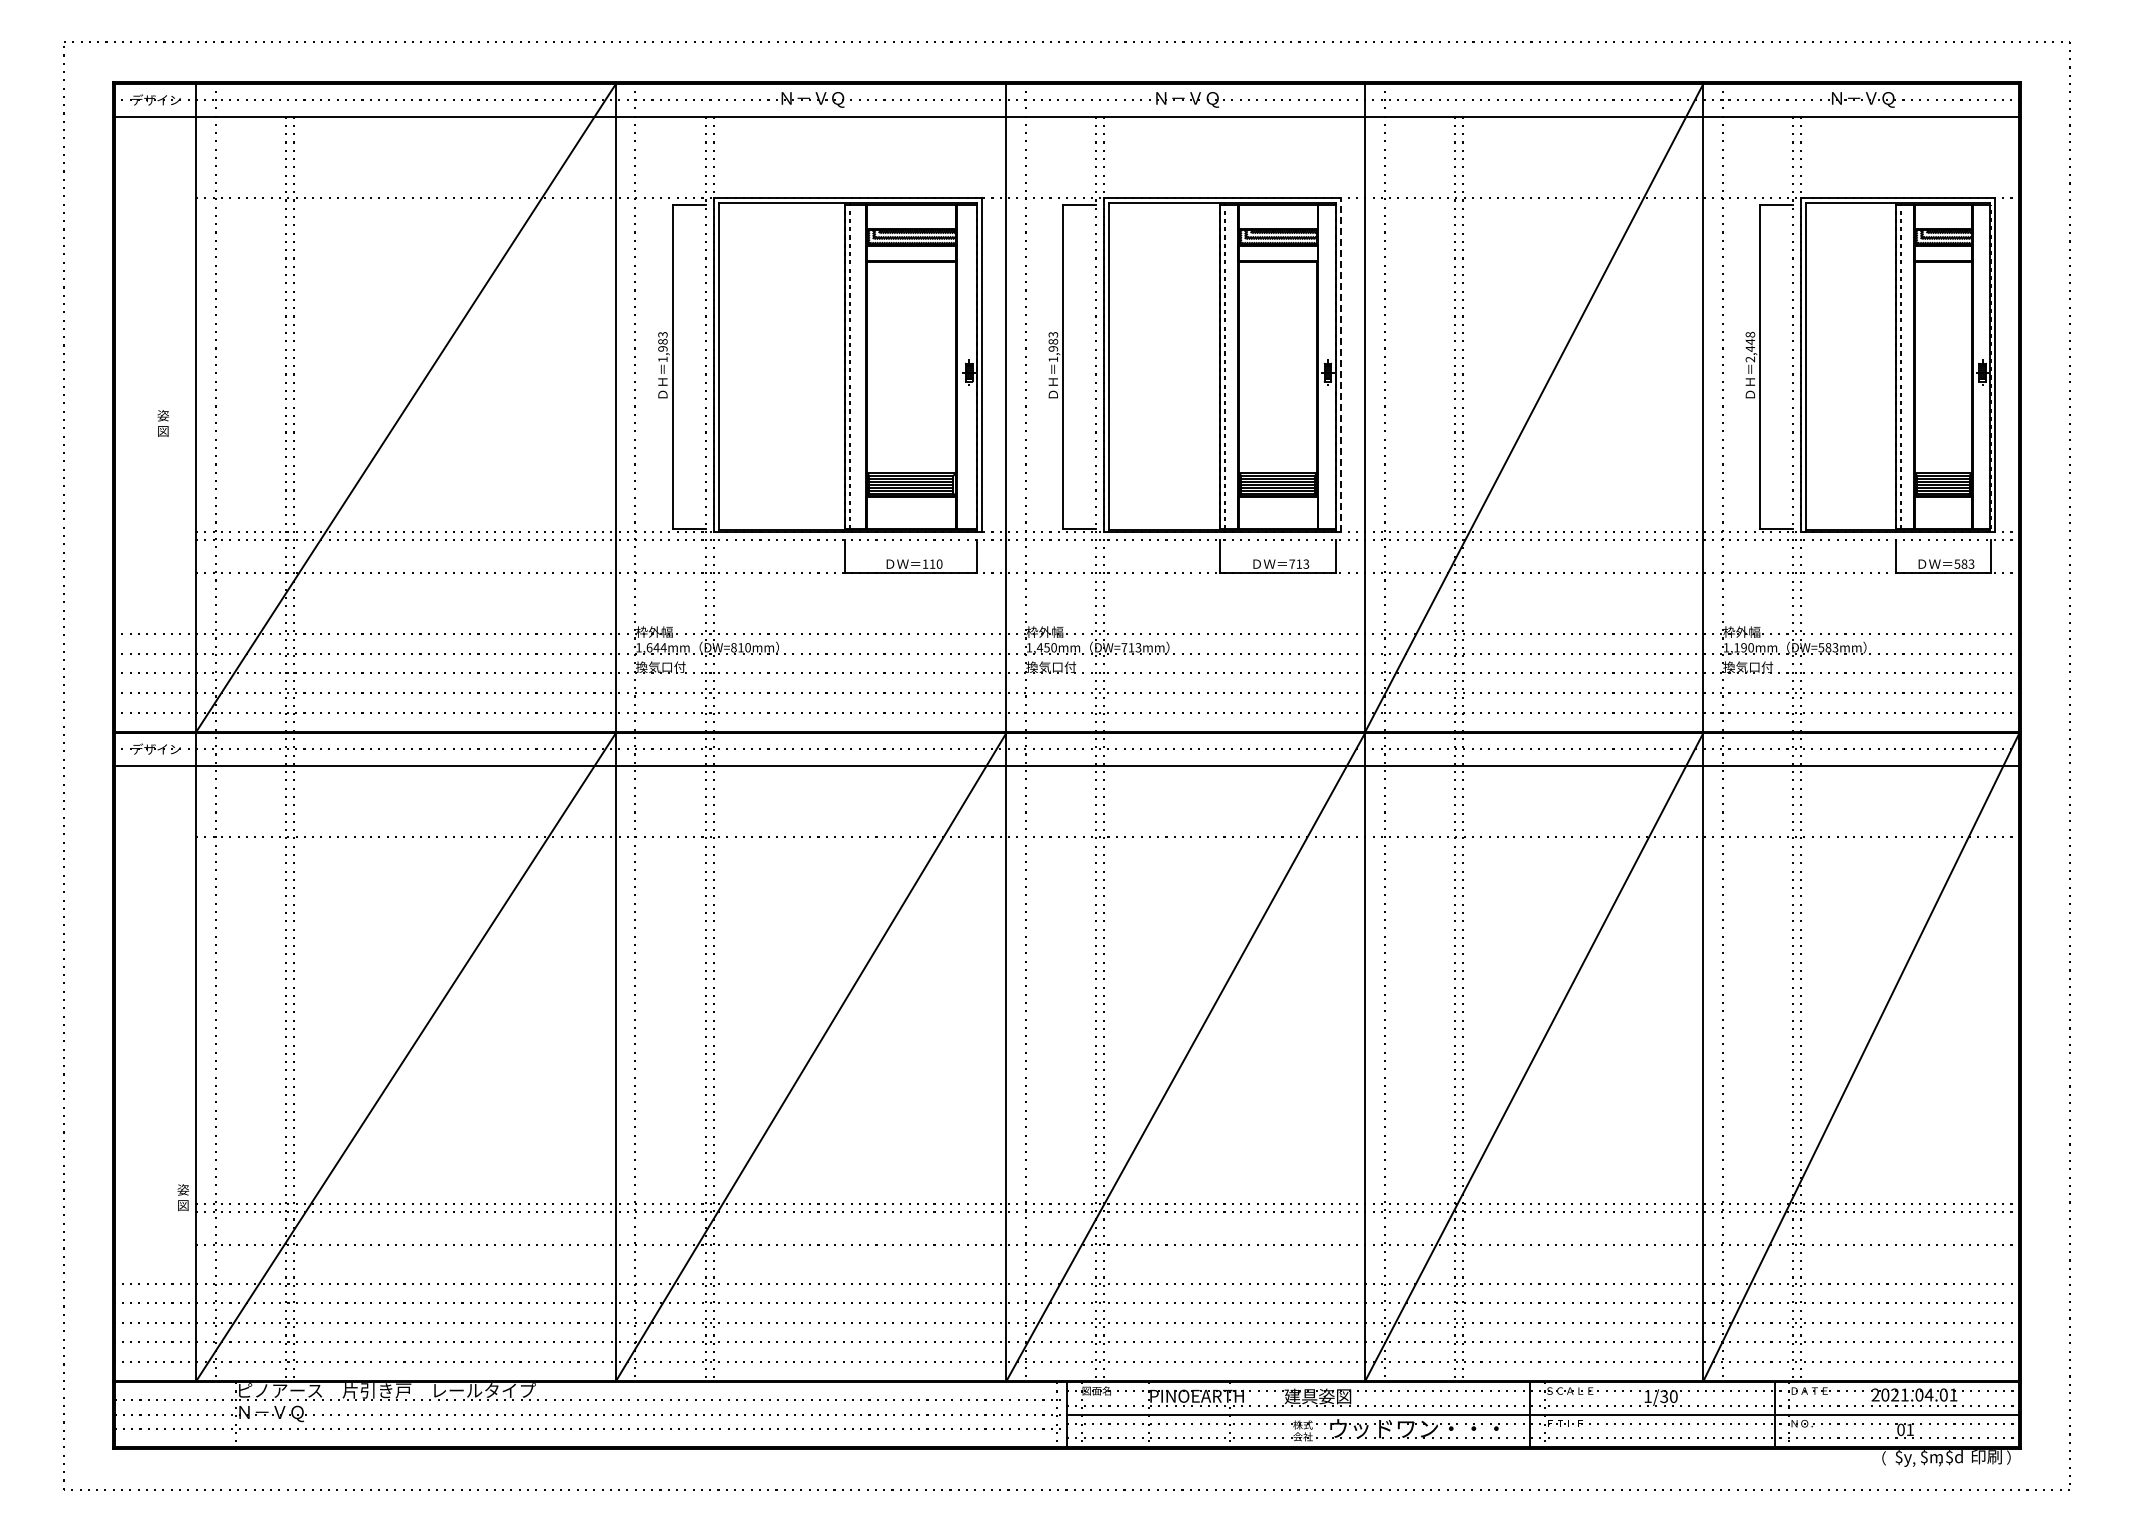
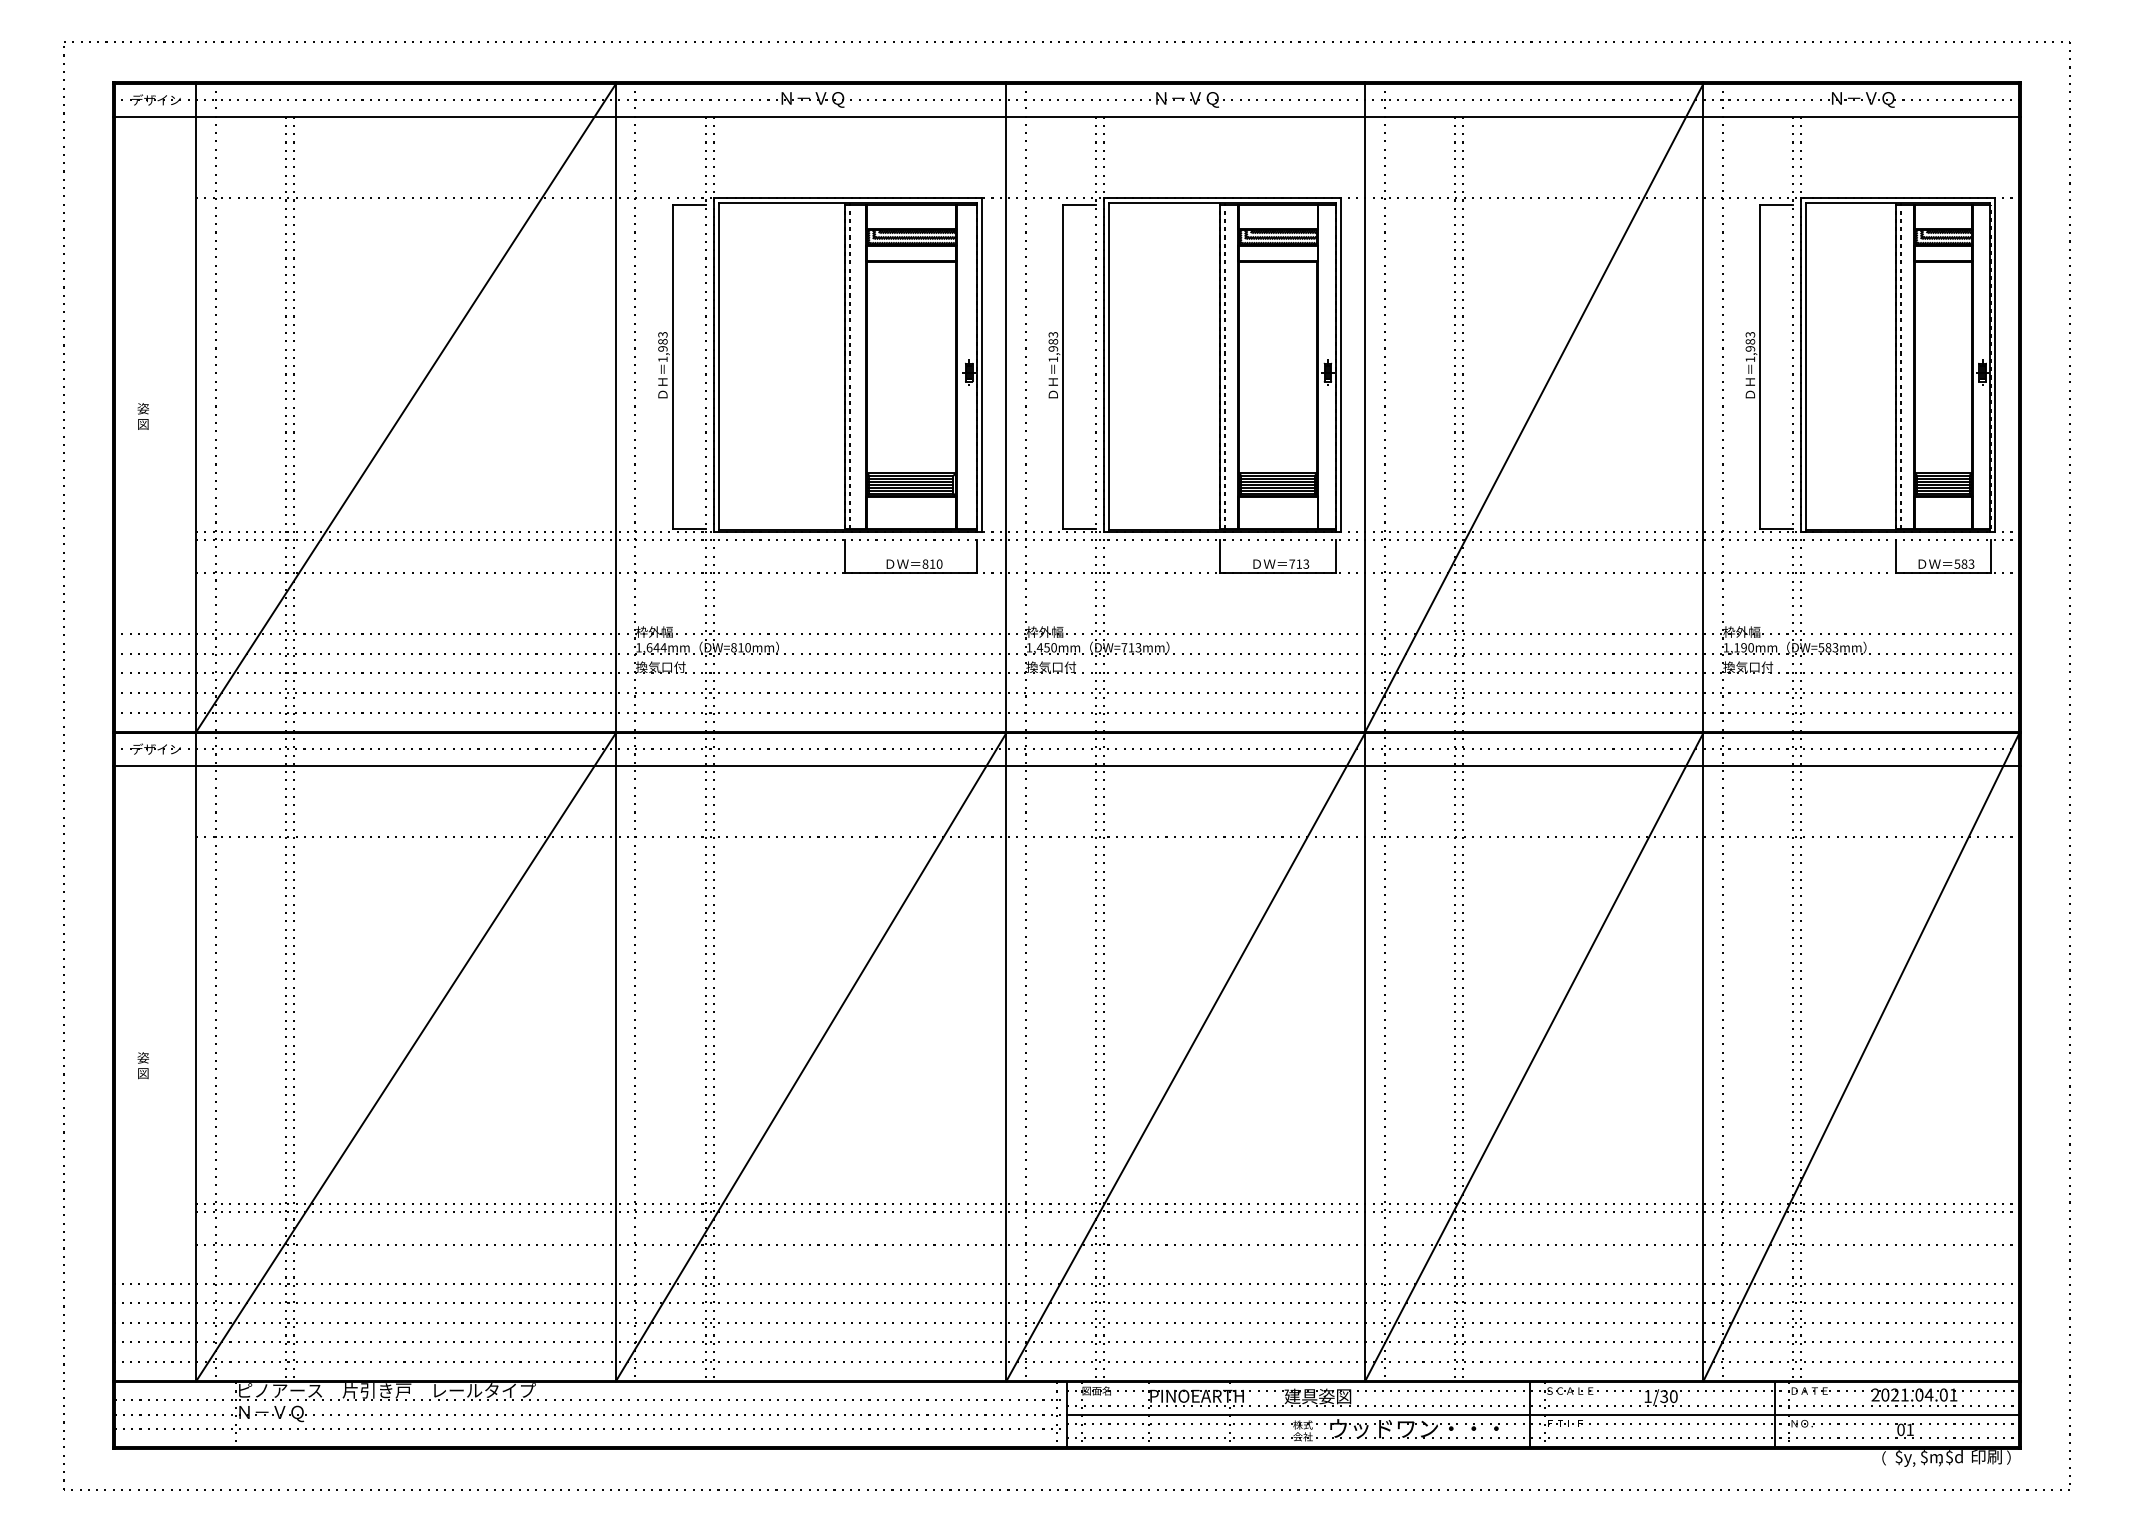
text at (1750, 346): 2,448 -> 1,983
line at (1340, 365): dashed -> solid
text at (162, 423) position: (162, 423) -> (142, 416)
text at (925, 563): 110 -> 810
text at (182, 1197) position: (182, 1197) -> (142, 1065)
